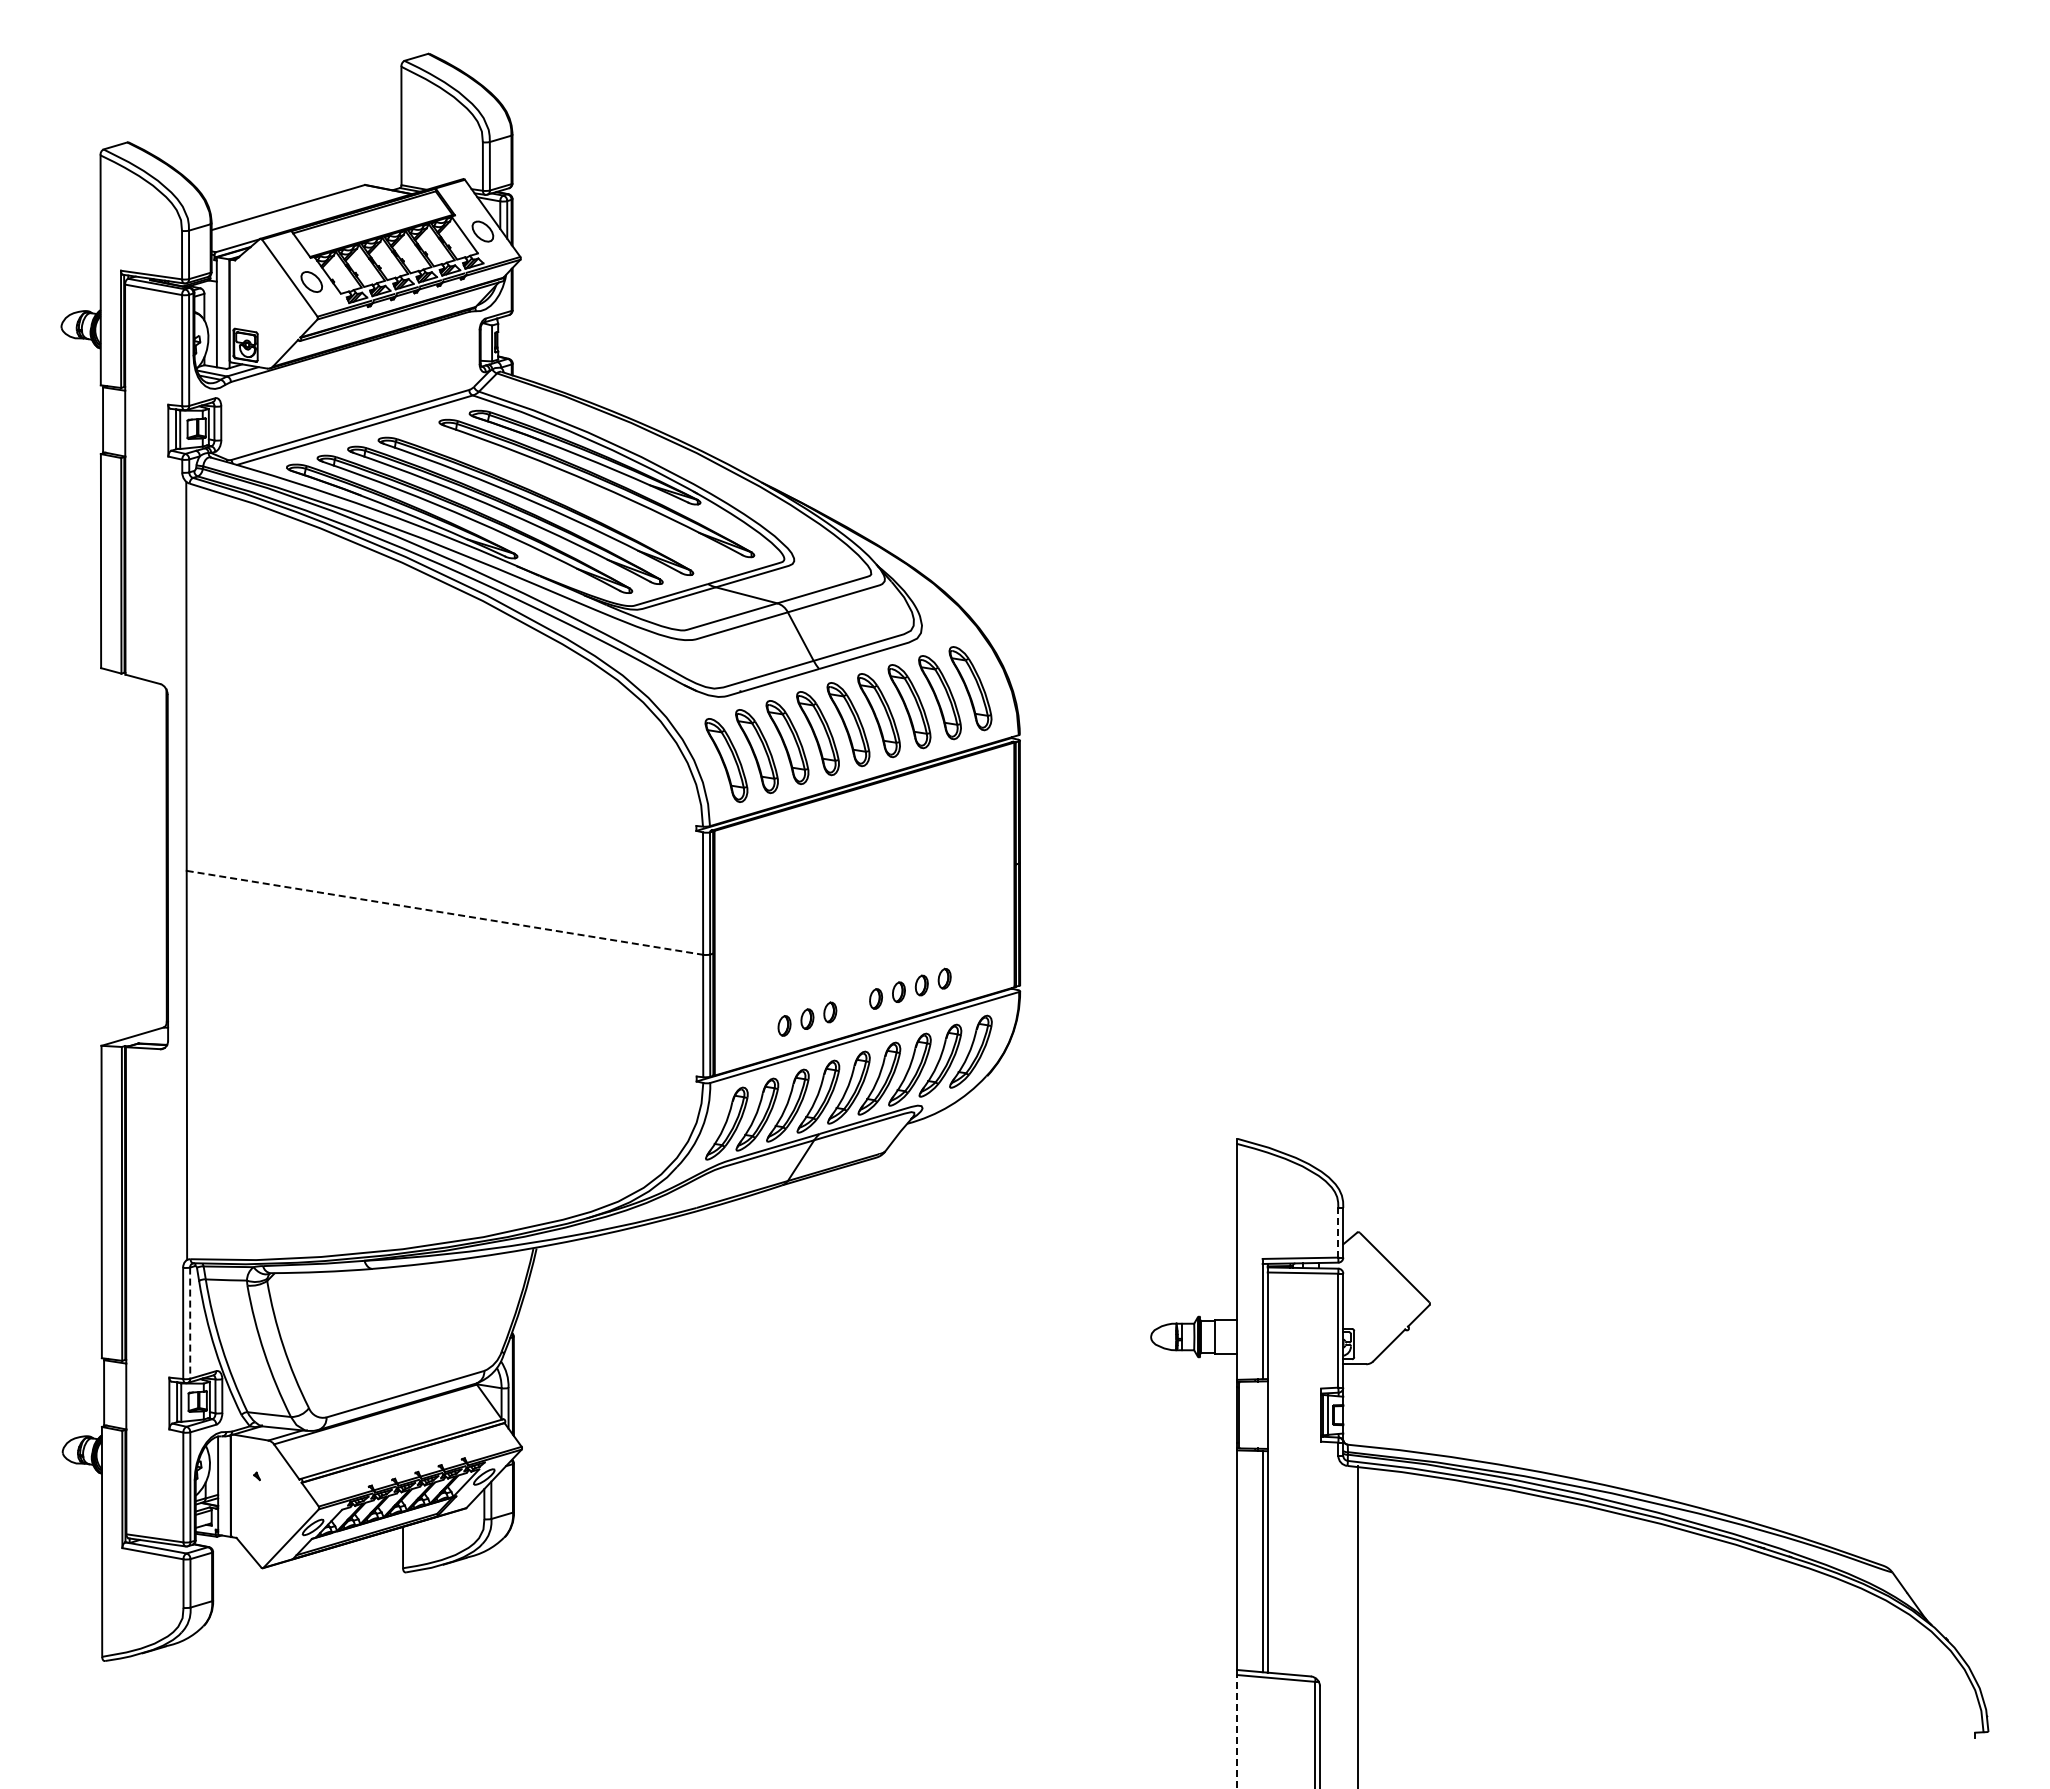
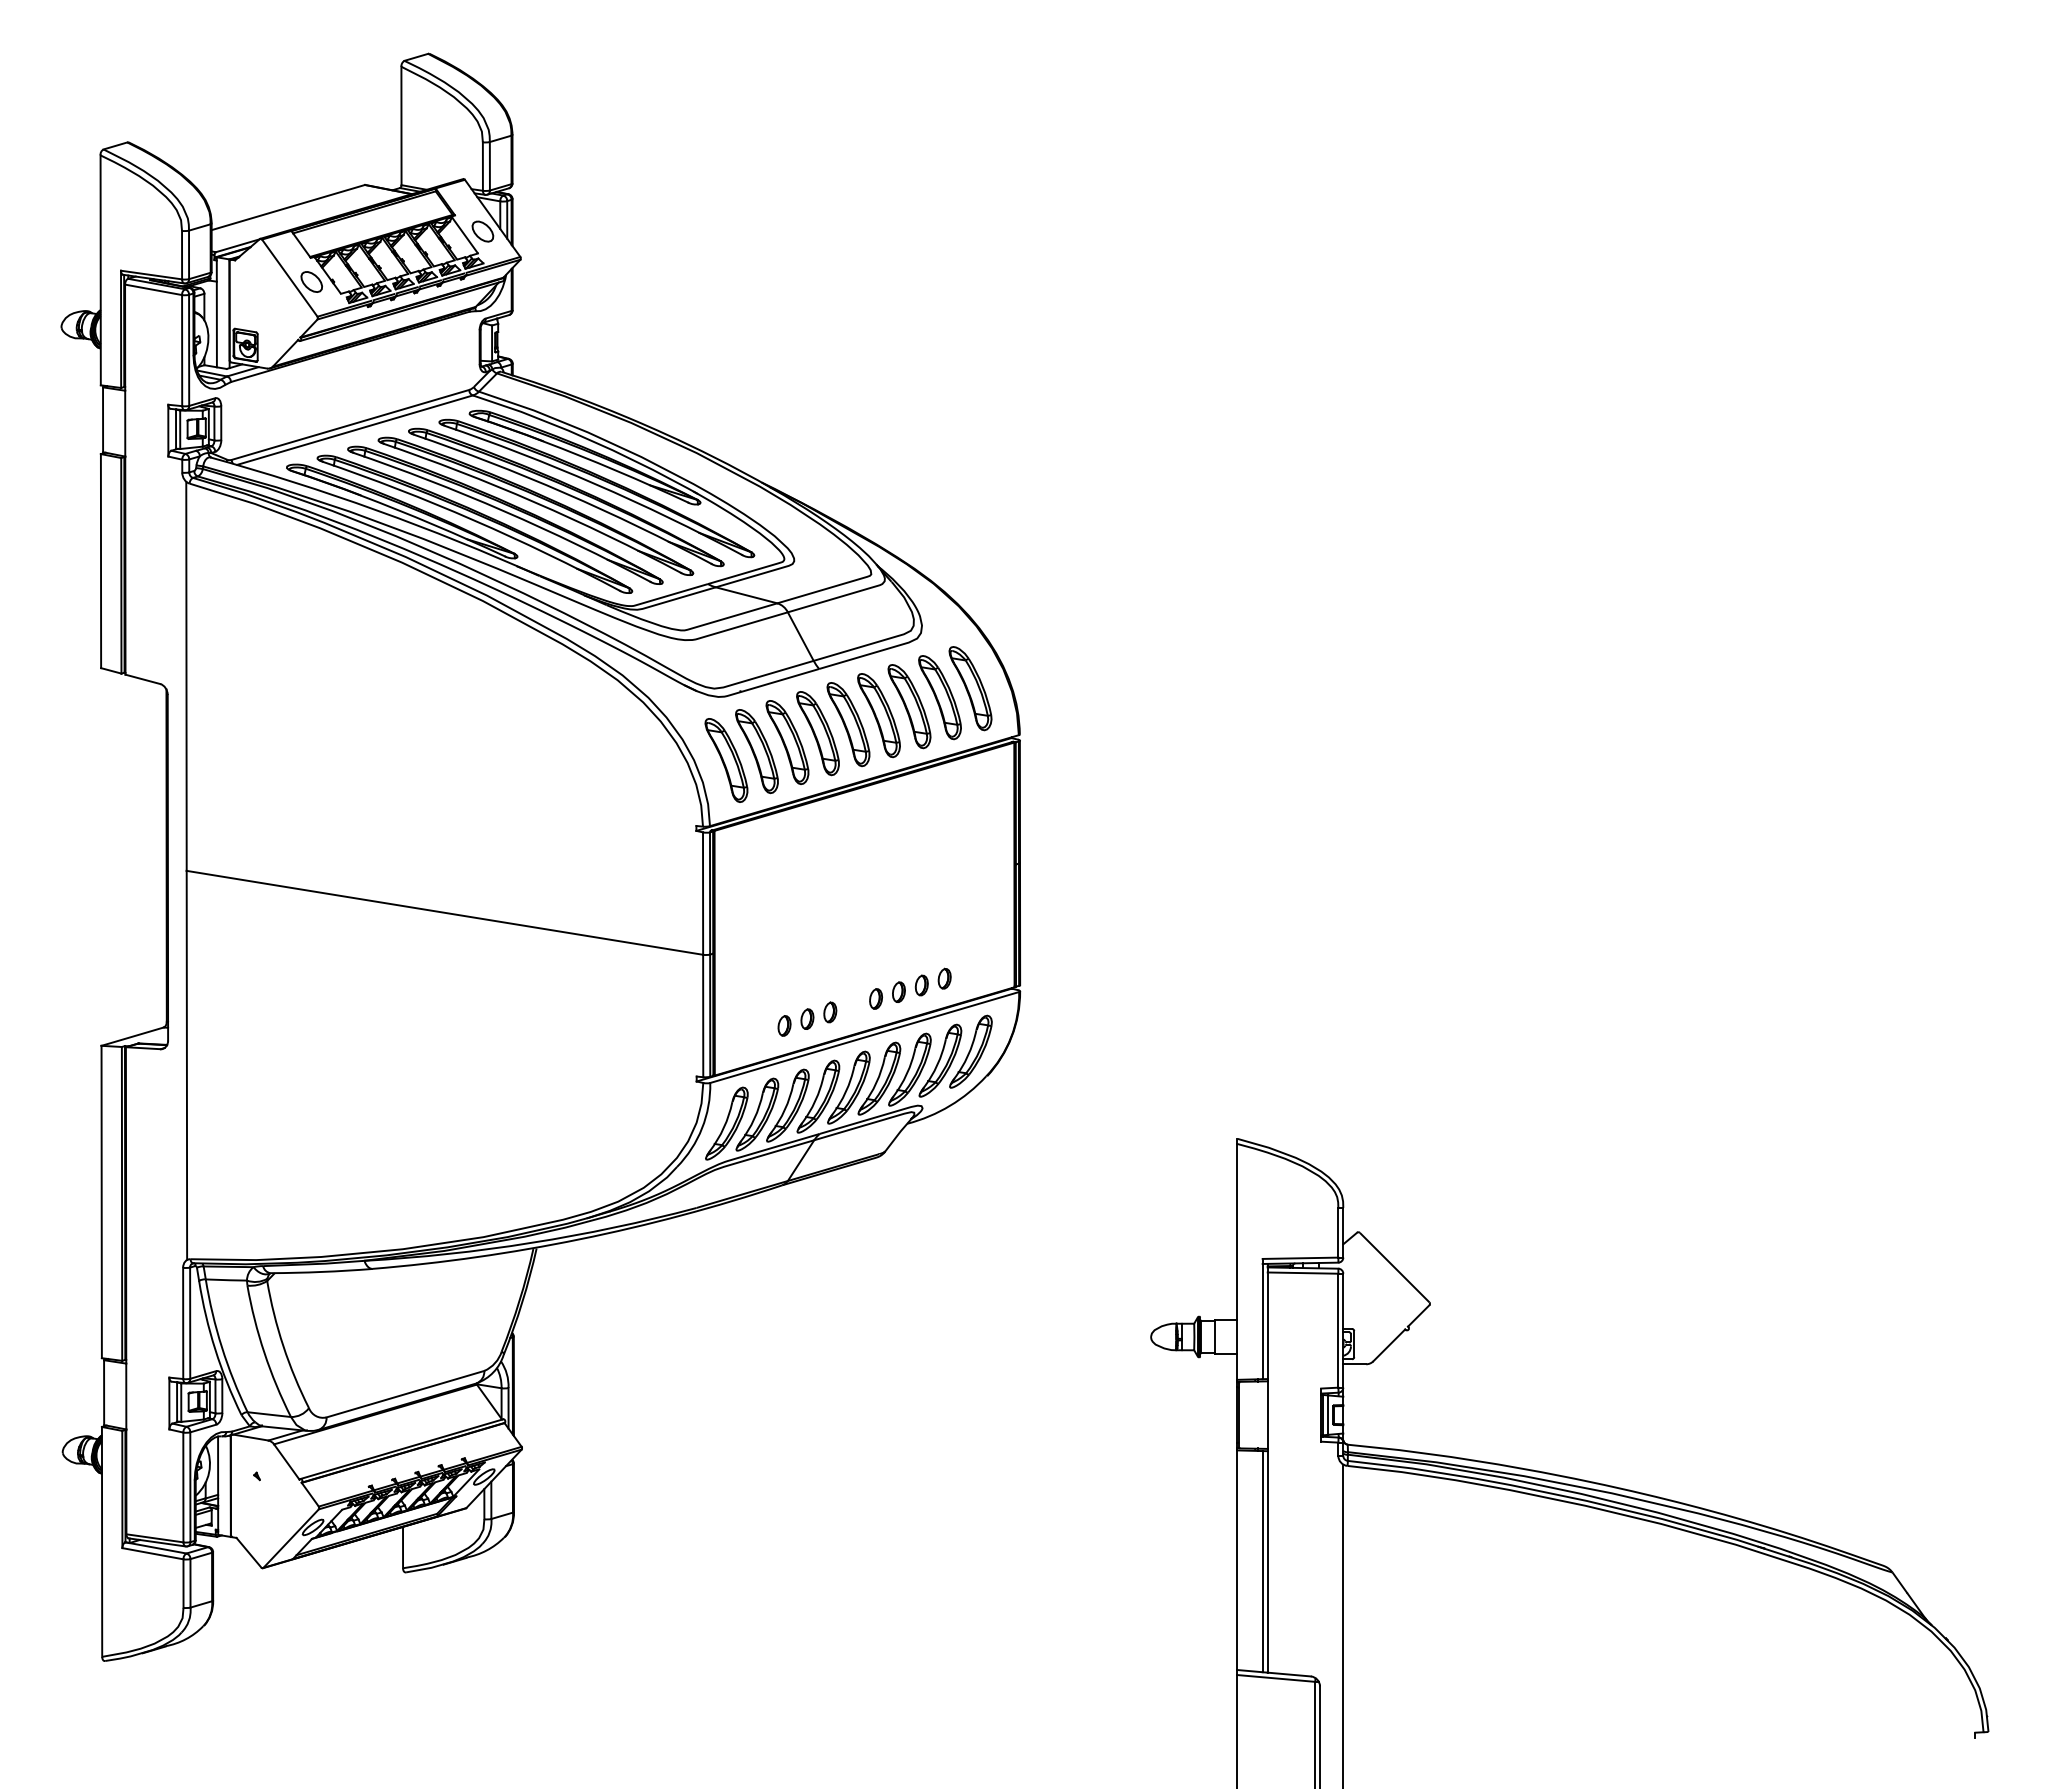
part at (566, 497): none -> present
line at (444, 912): dashed -> solid
line at (1338, 1232): dashed -> solid
line at (190, 1323): dashed -> solid
line at (1358, 1625) position: (1358, 1625) -> (1343, 1625)
line at (1237, 1731): dashed -> solid
